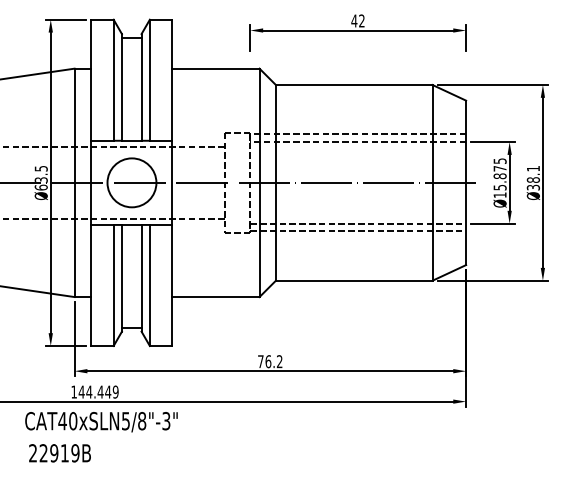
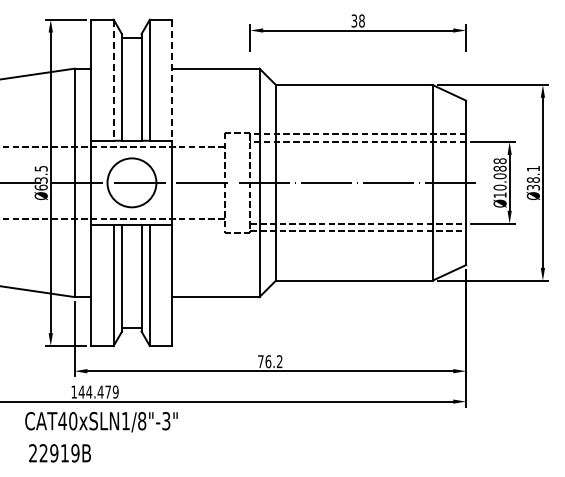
text at (357, 20): 42 -> 38
line at (113, 80): solid -> dashed
line at (172, 80): solid -> dashed
text at (499, 174): Ø15.875 -> Ø10.088
text at (108, 391): 144.449 -> 144.479
text at (125, 421): CAT40xSLN5/8"-3" -> CAT40xSLN1/8"-3"
